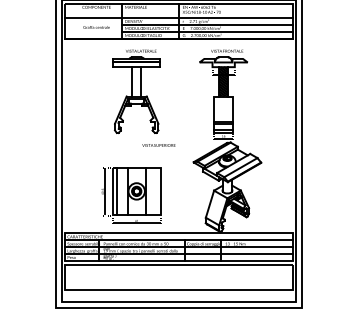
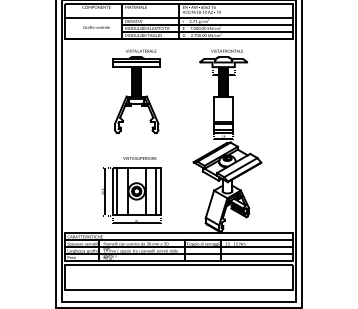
hatch at (136, 81): none -> present
text at (158, 145) position: (158, 145) -> (139, 158)
line at (156, 190): none -> present
